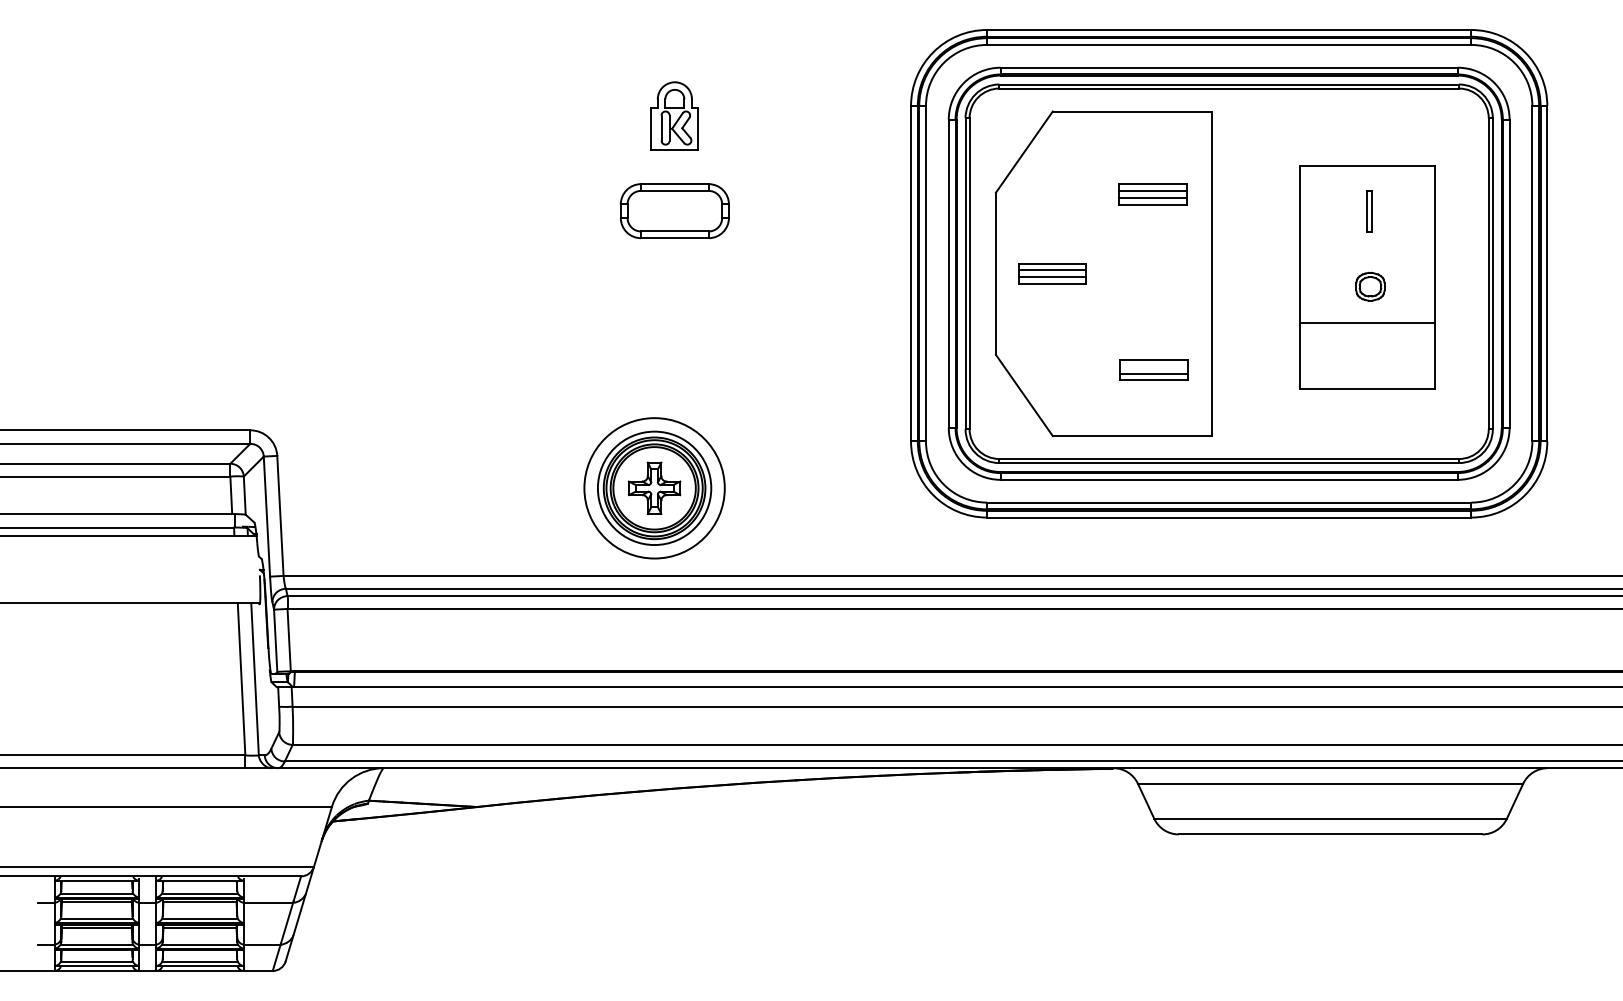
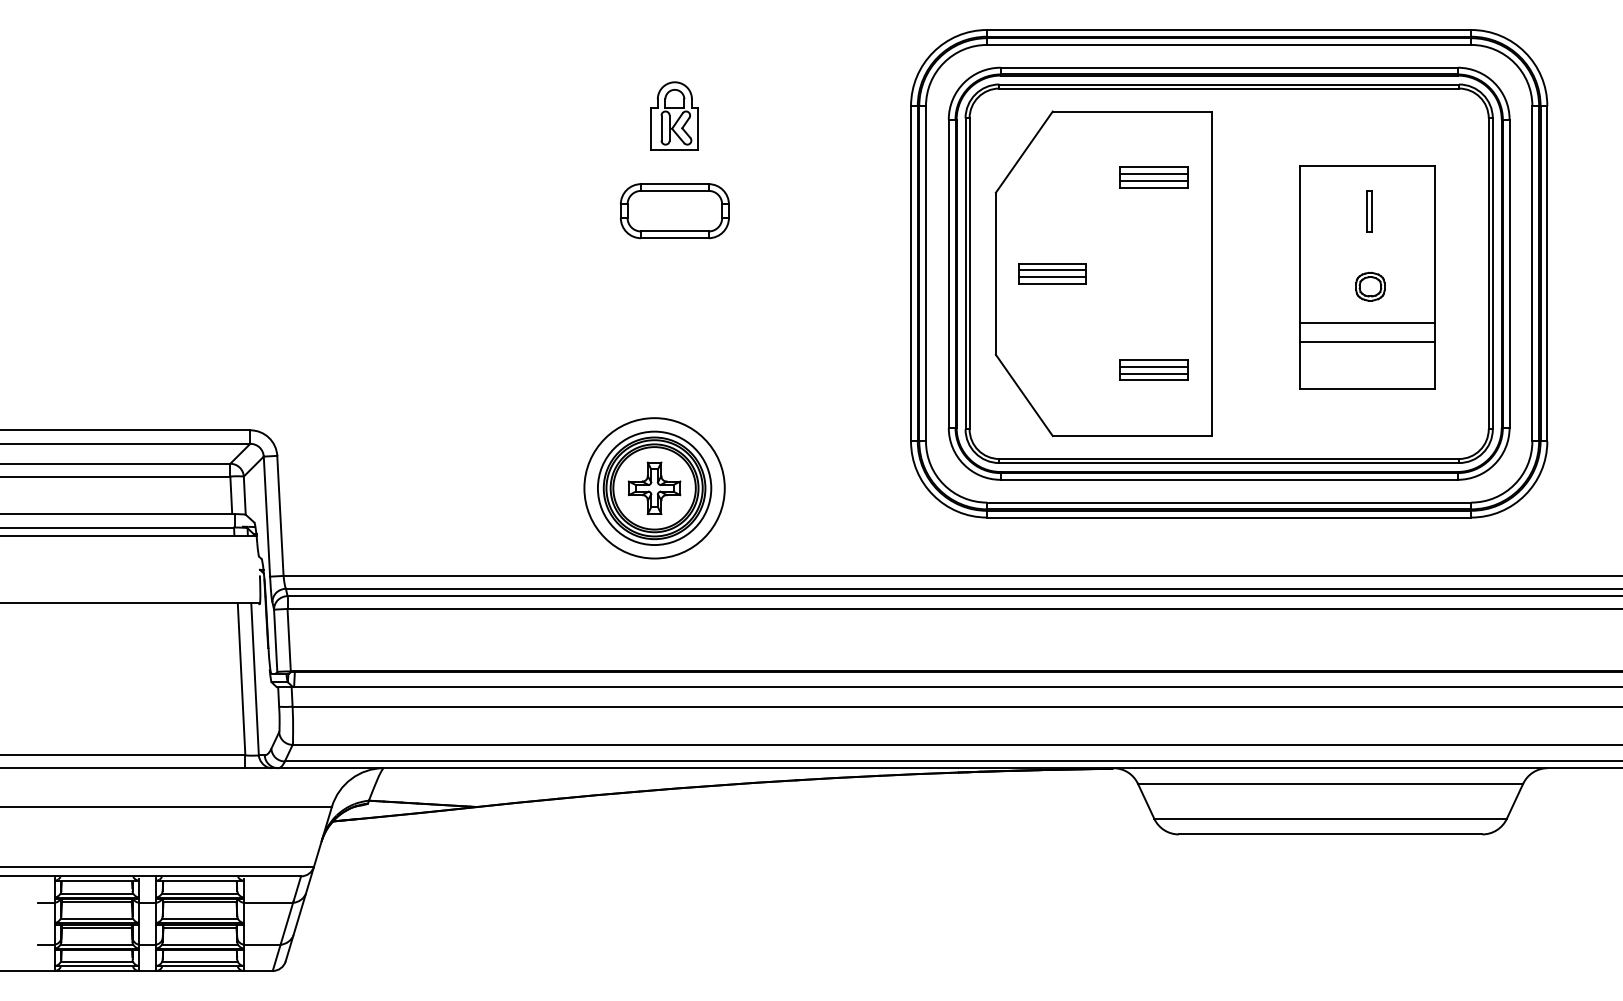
part at (1152, 194) position: (1152, 194) -> (1153, 177)
line at (1367, 341): none -> present
line at (1154, 366): none -> present
